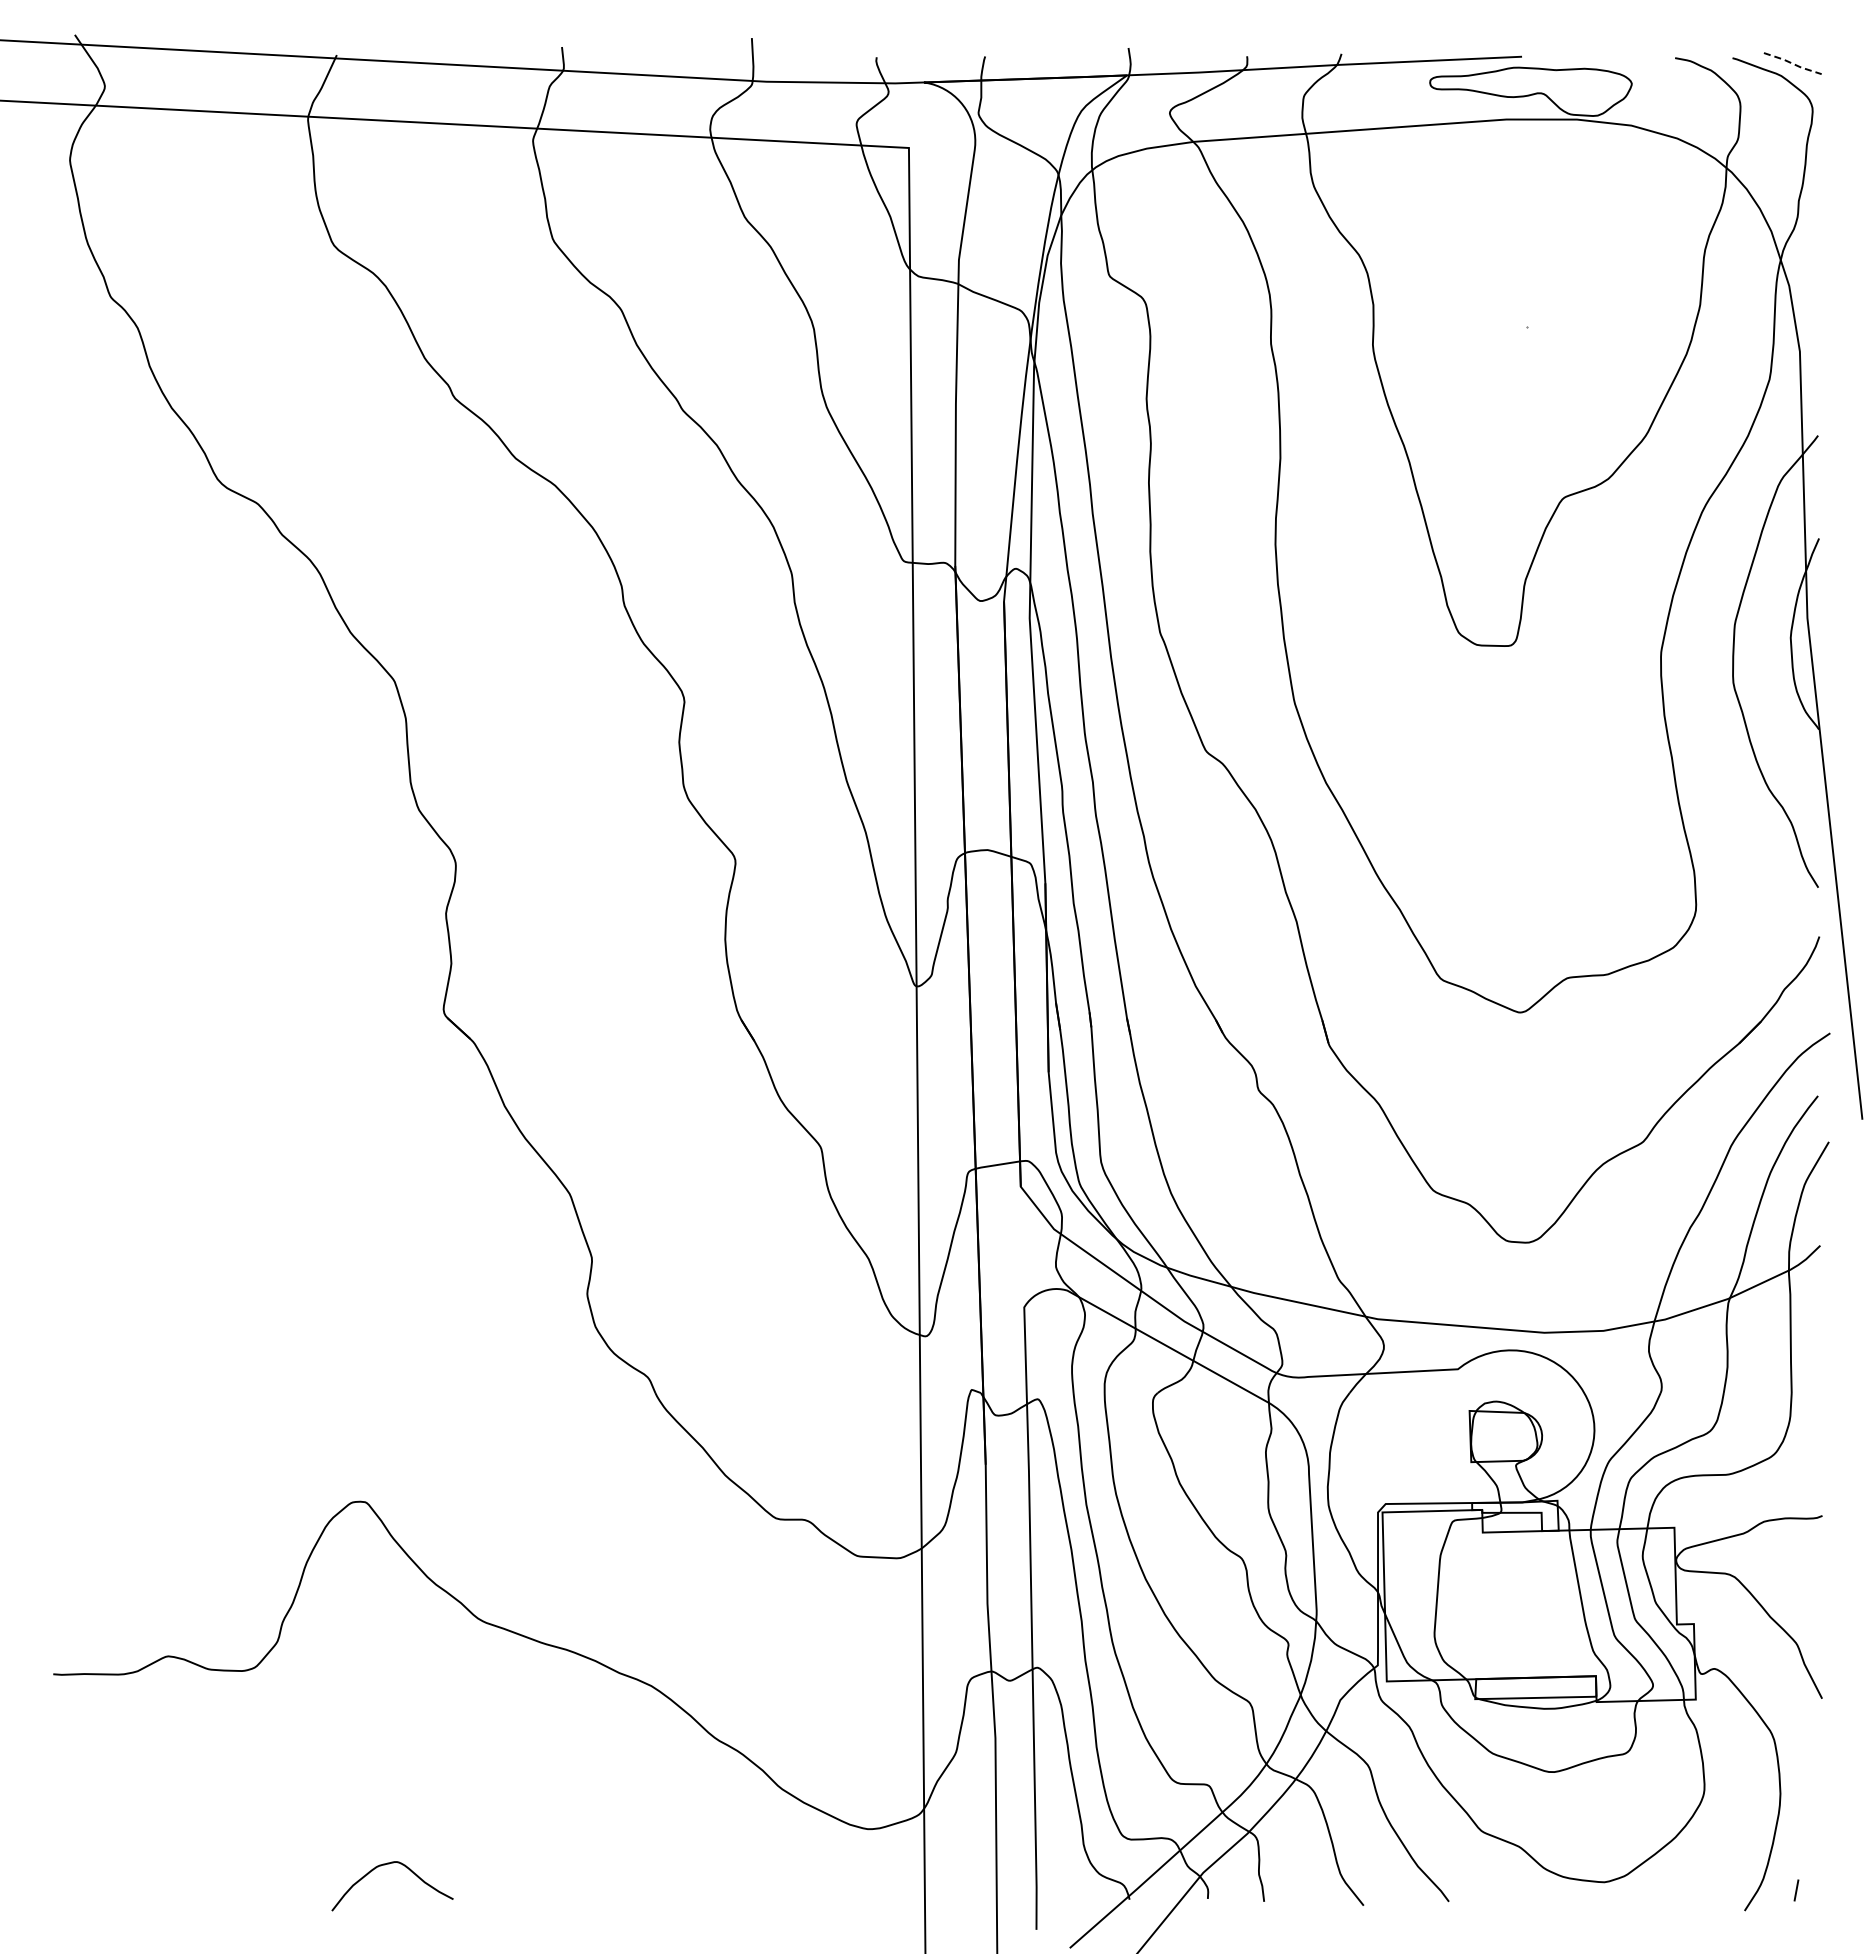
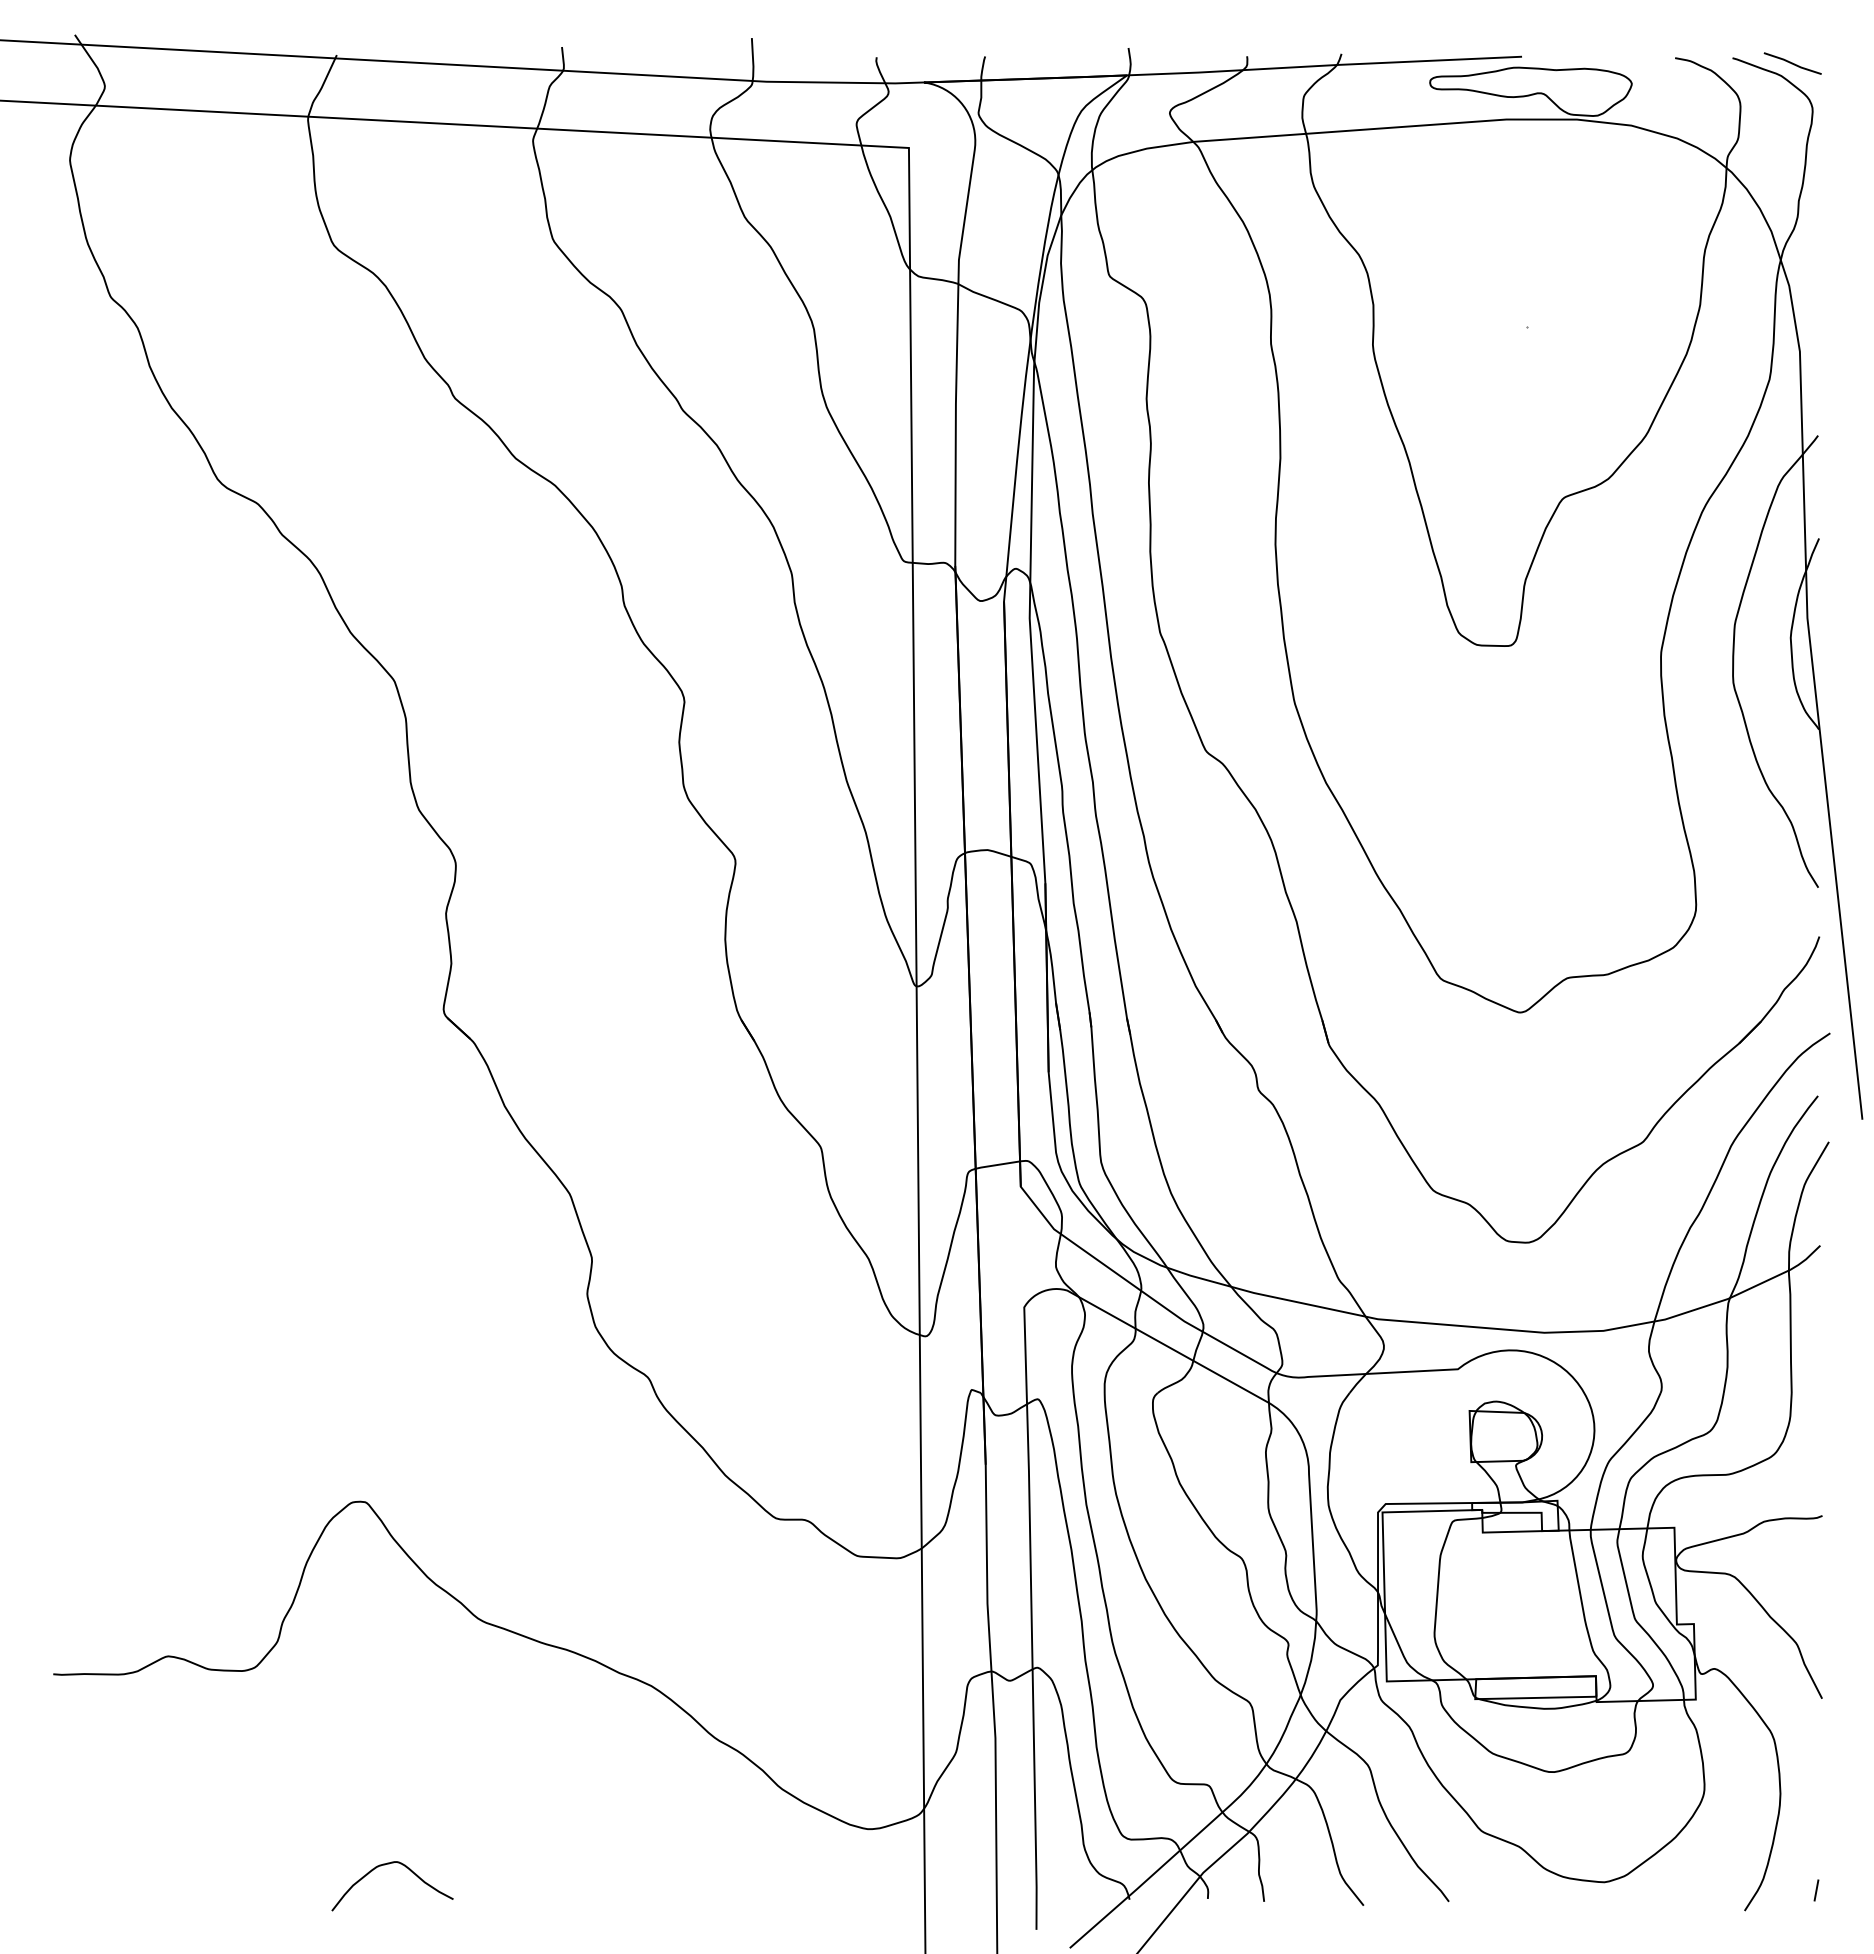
line at (1793, 63): dashed -> solid
line at (1796, 1890) position: (1796, 1890) -> (1816, 1890)
